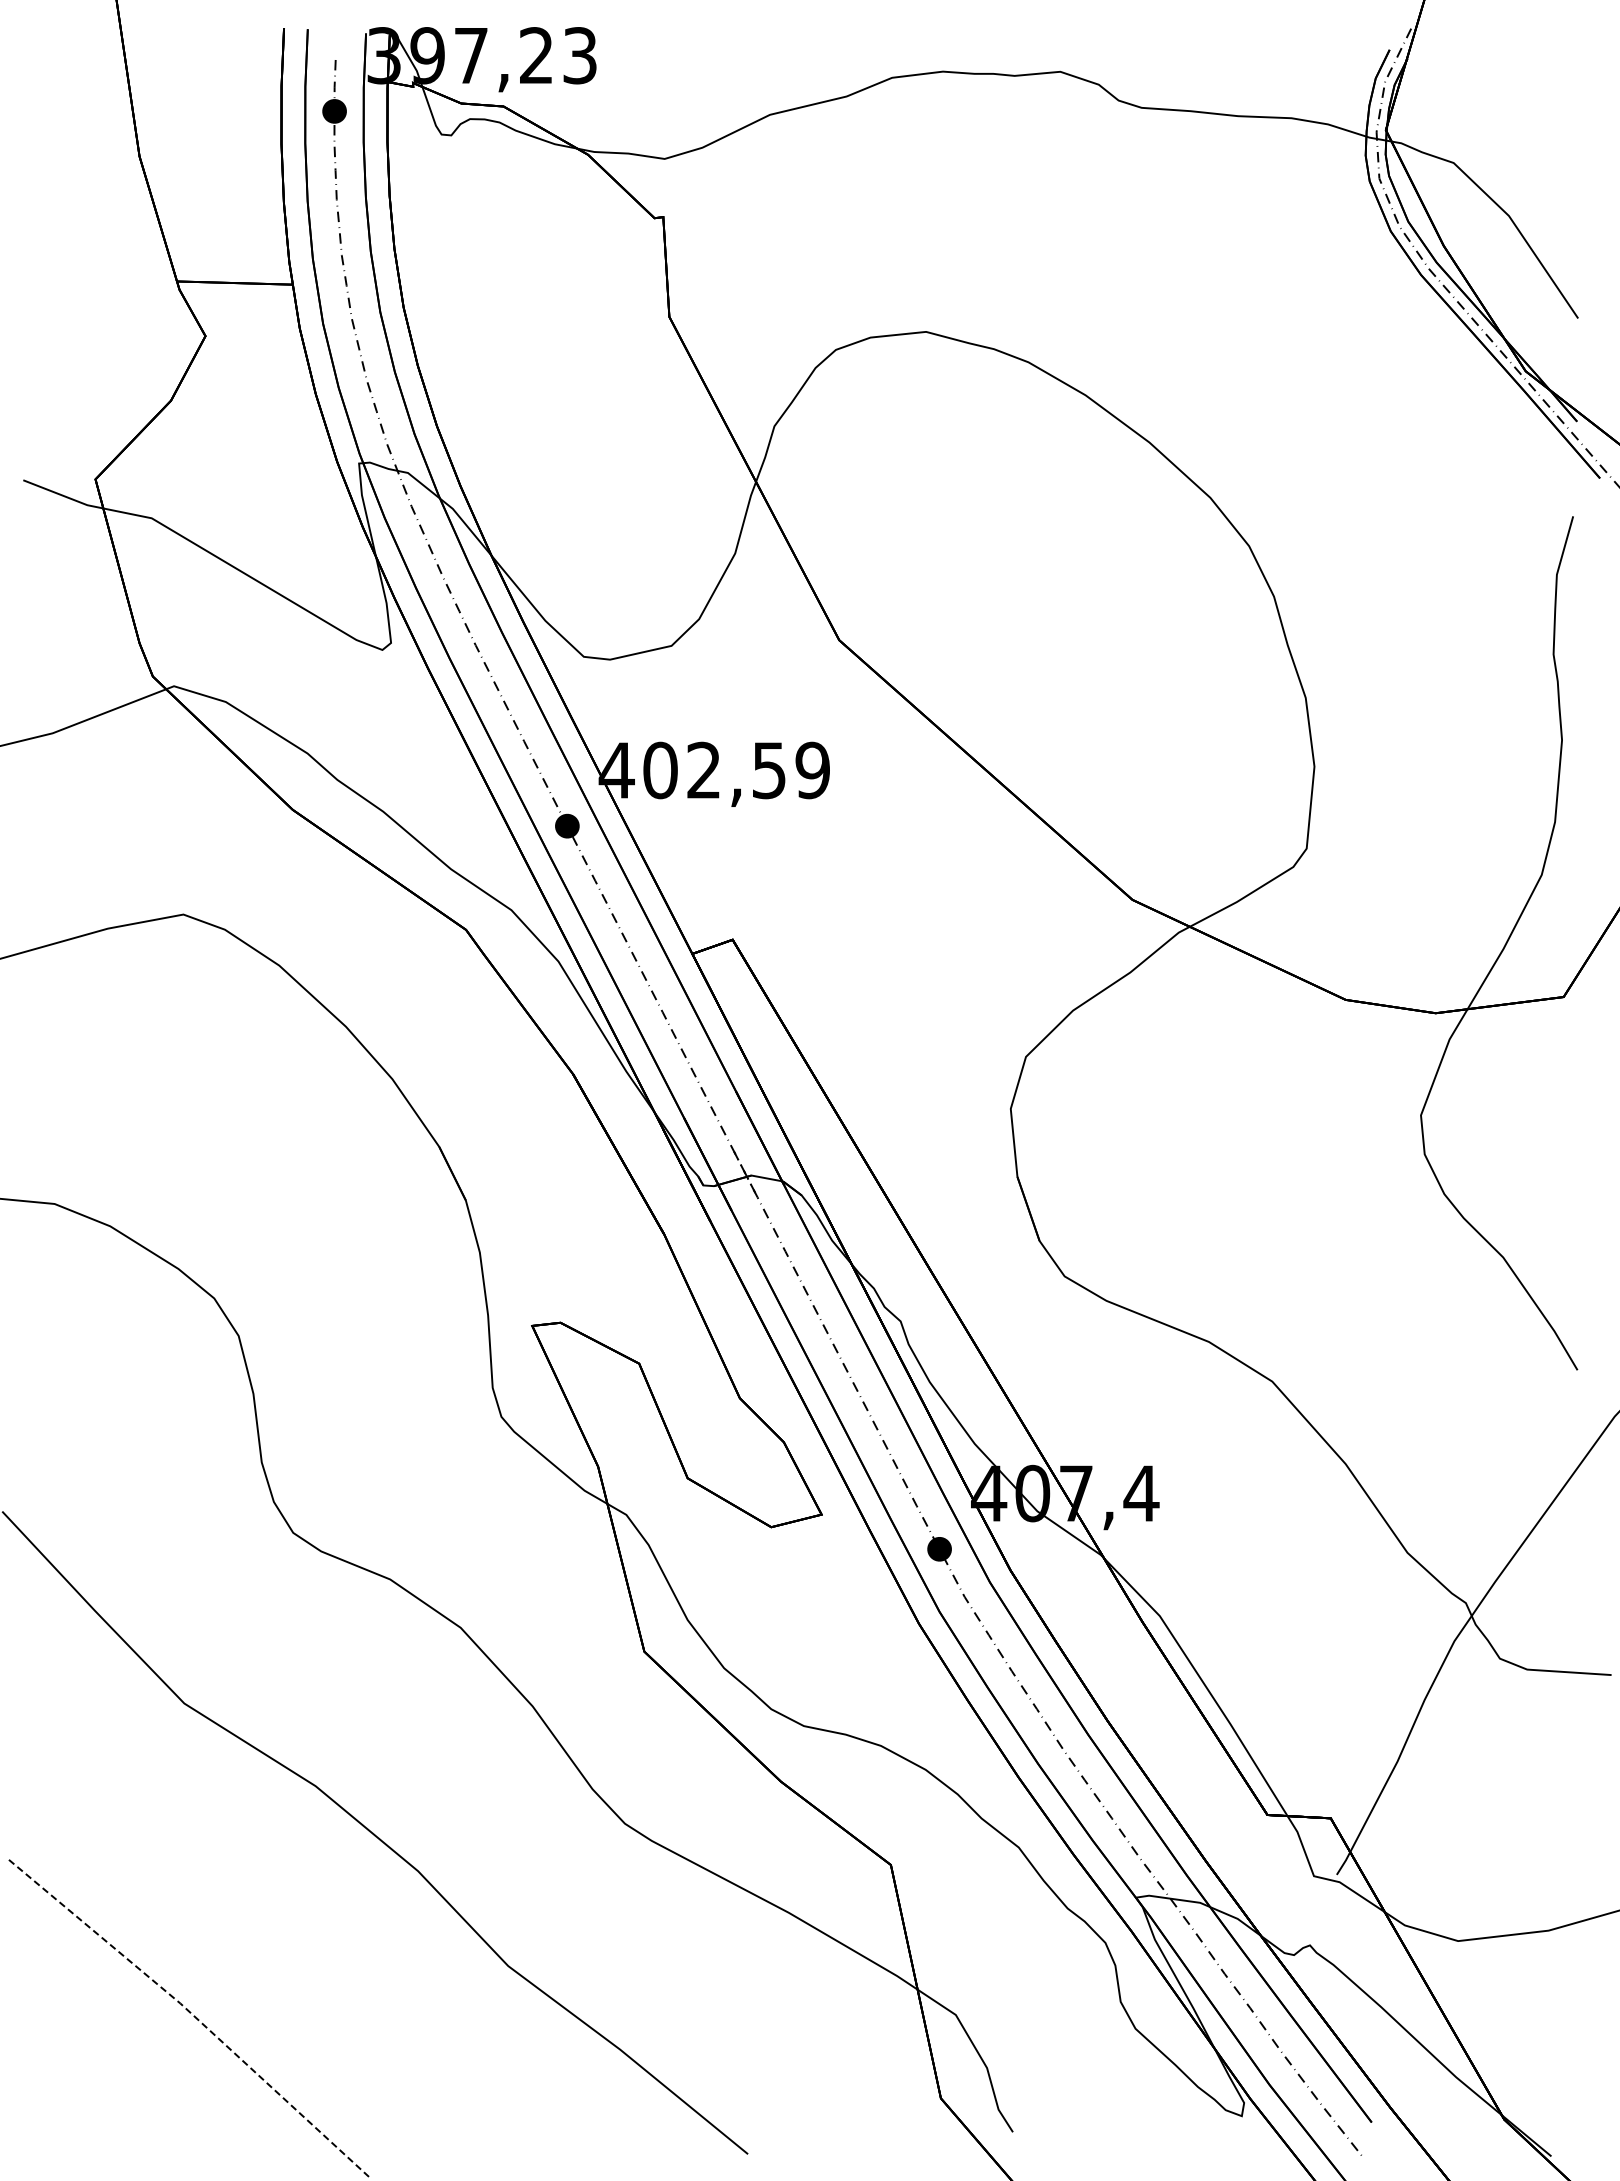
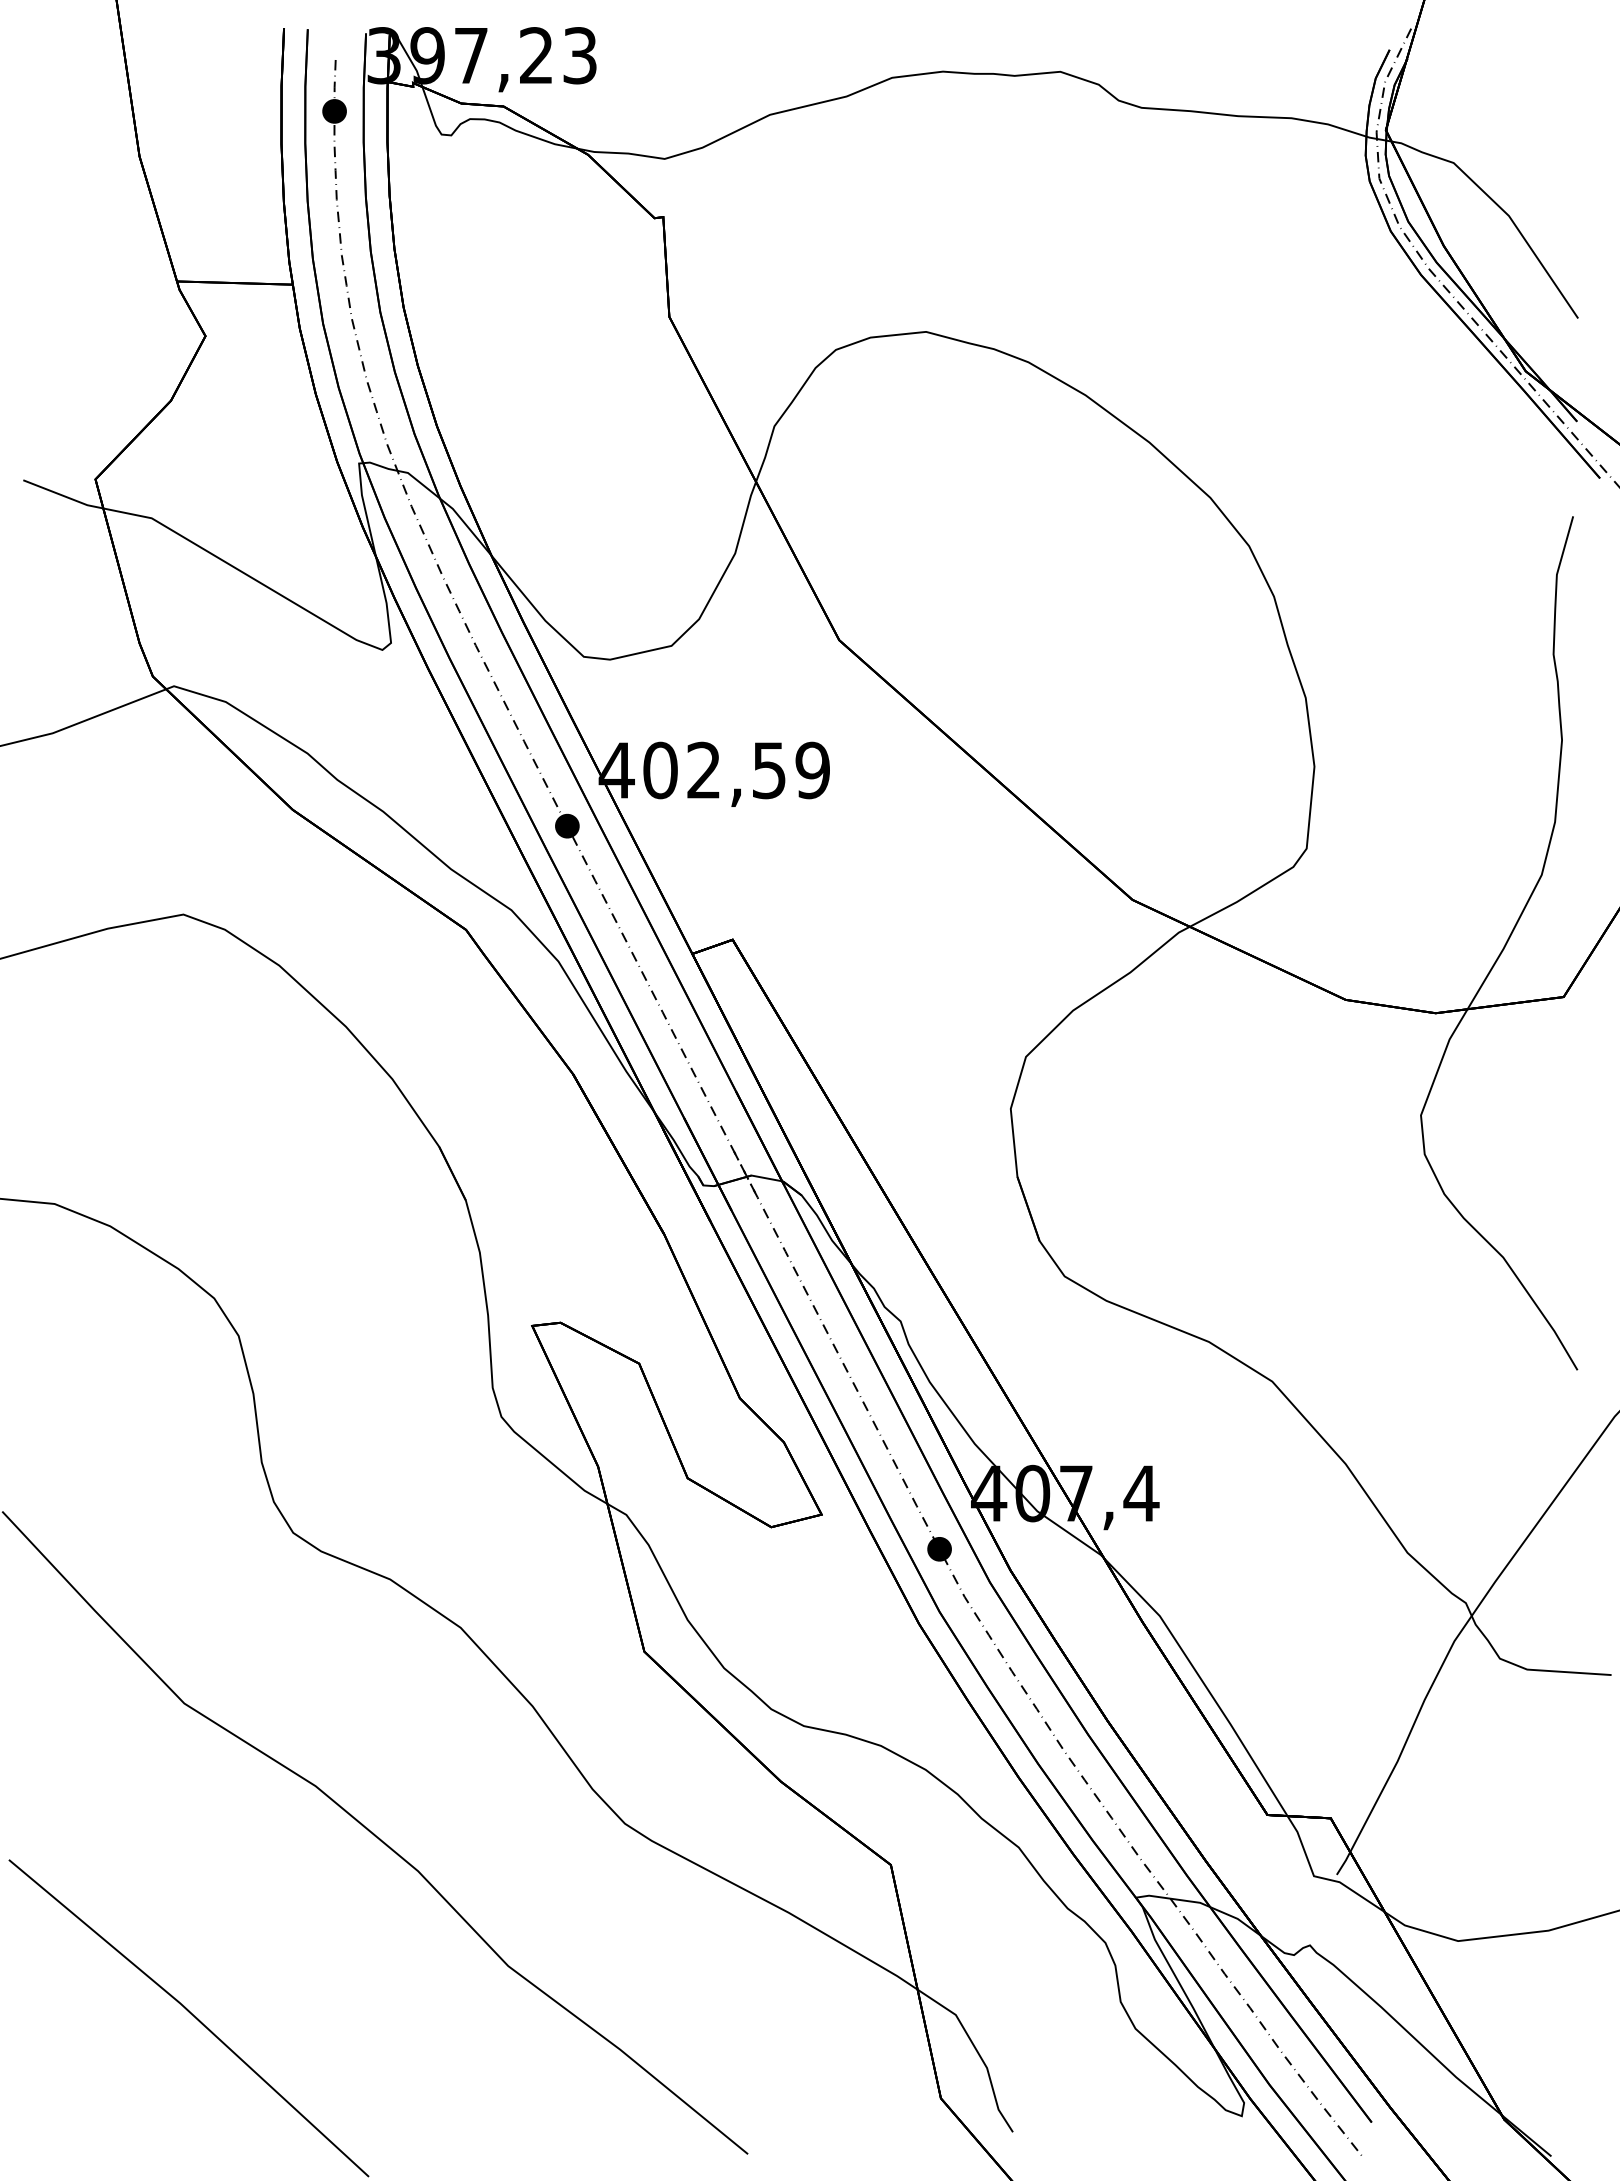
line at (192, 2014): dashed -> solid
